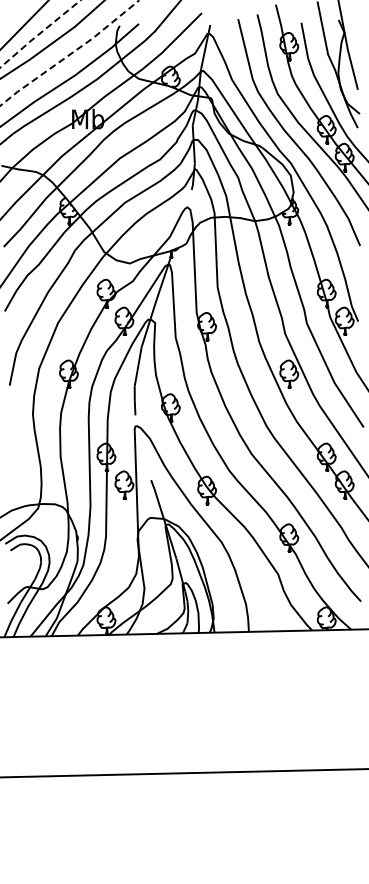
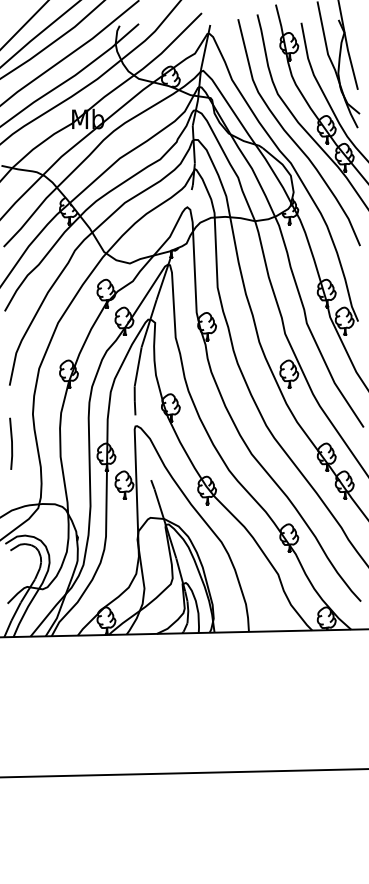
line at (39, 33): dashed -> solid
line at (70, 54): dashed -> solid
line at (11, 443): none -> present
